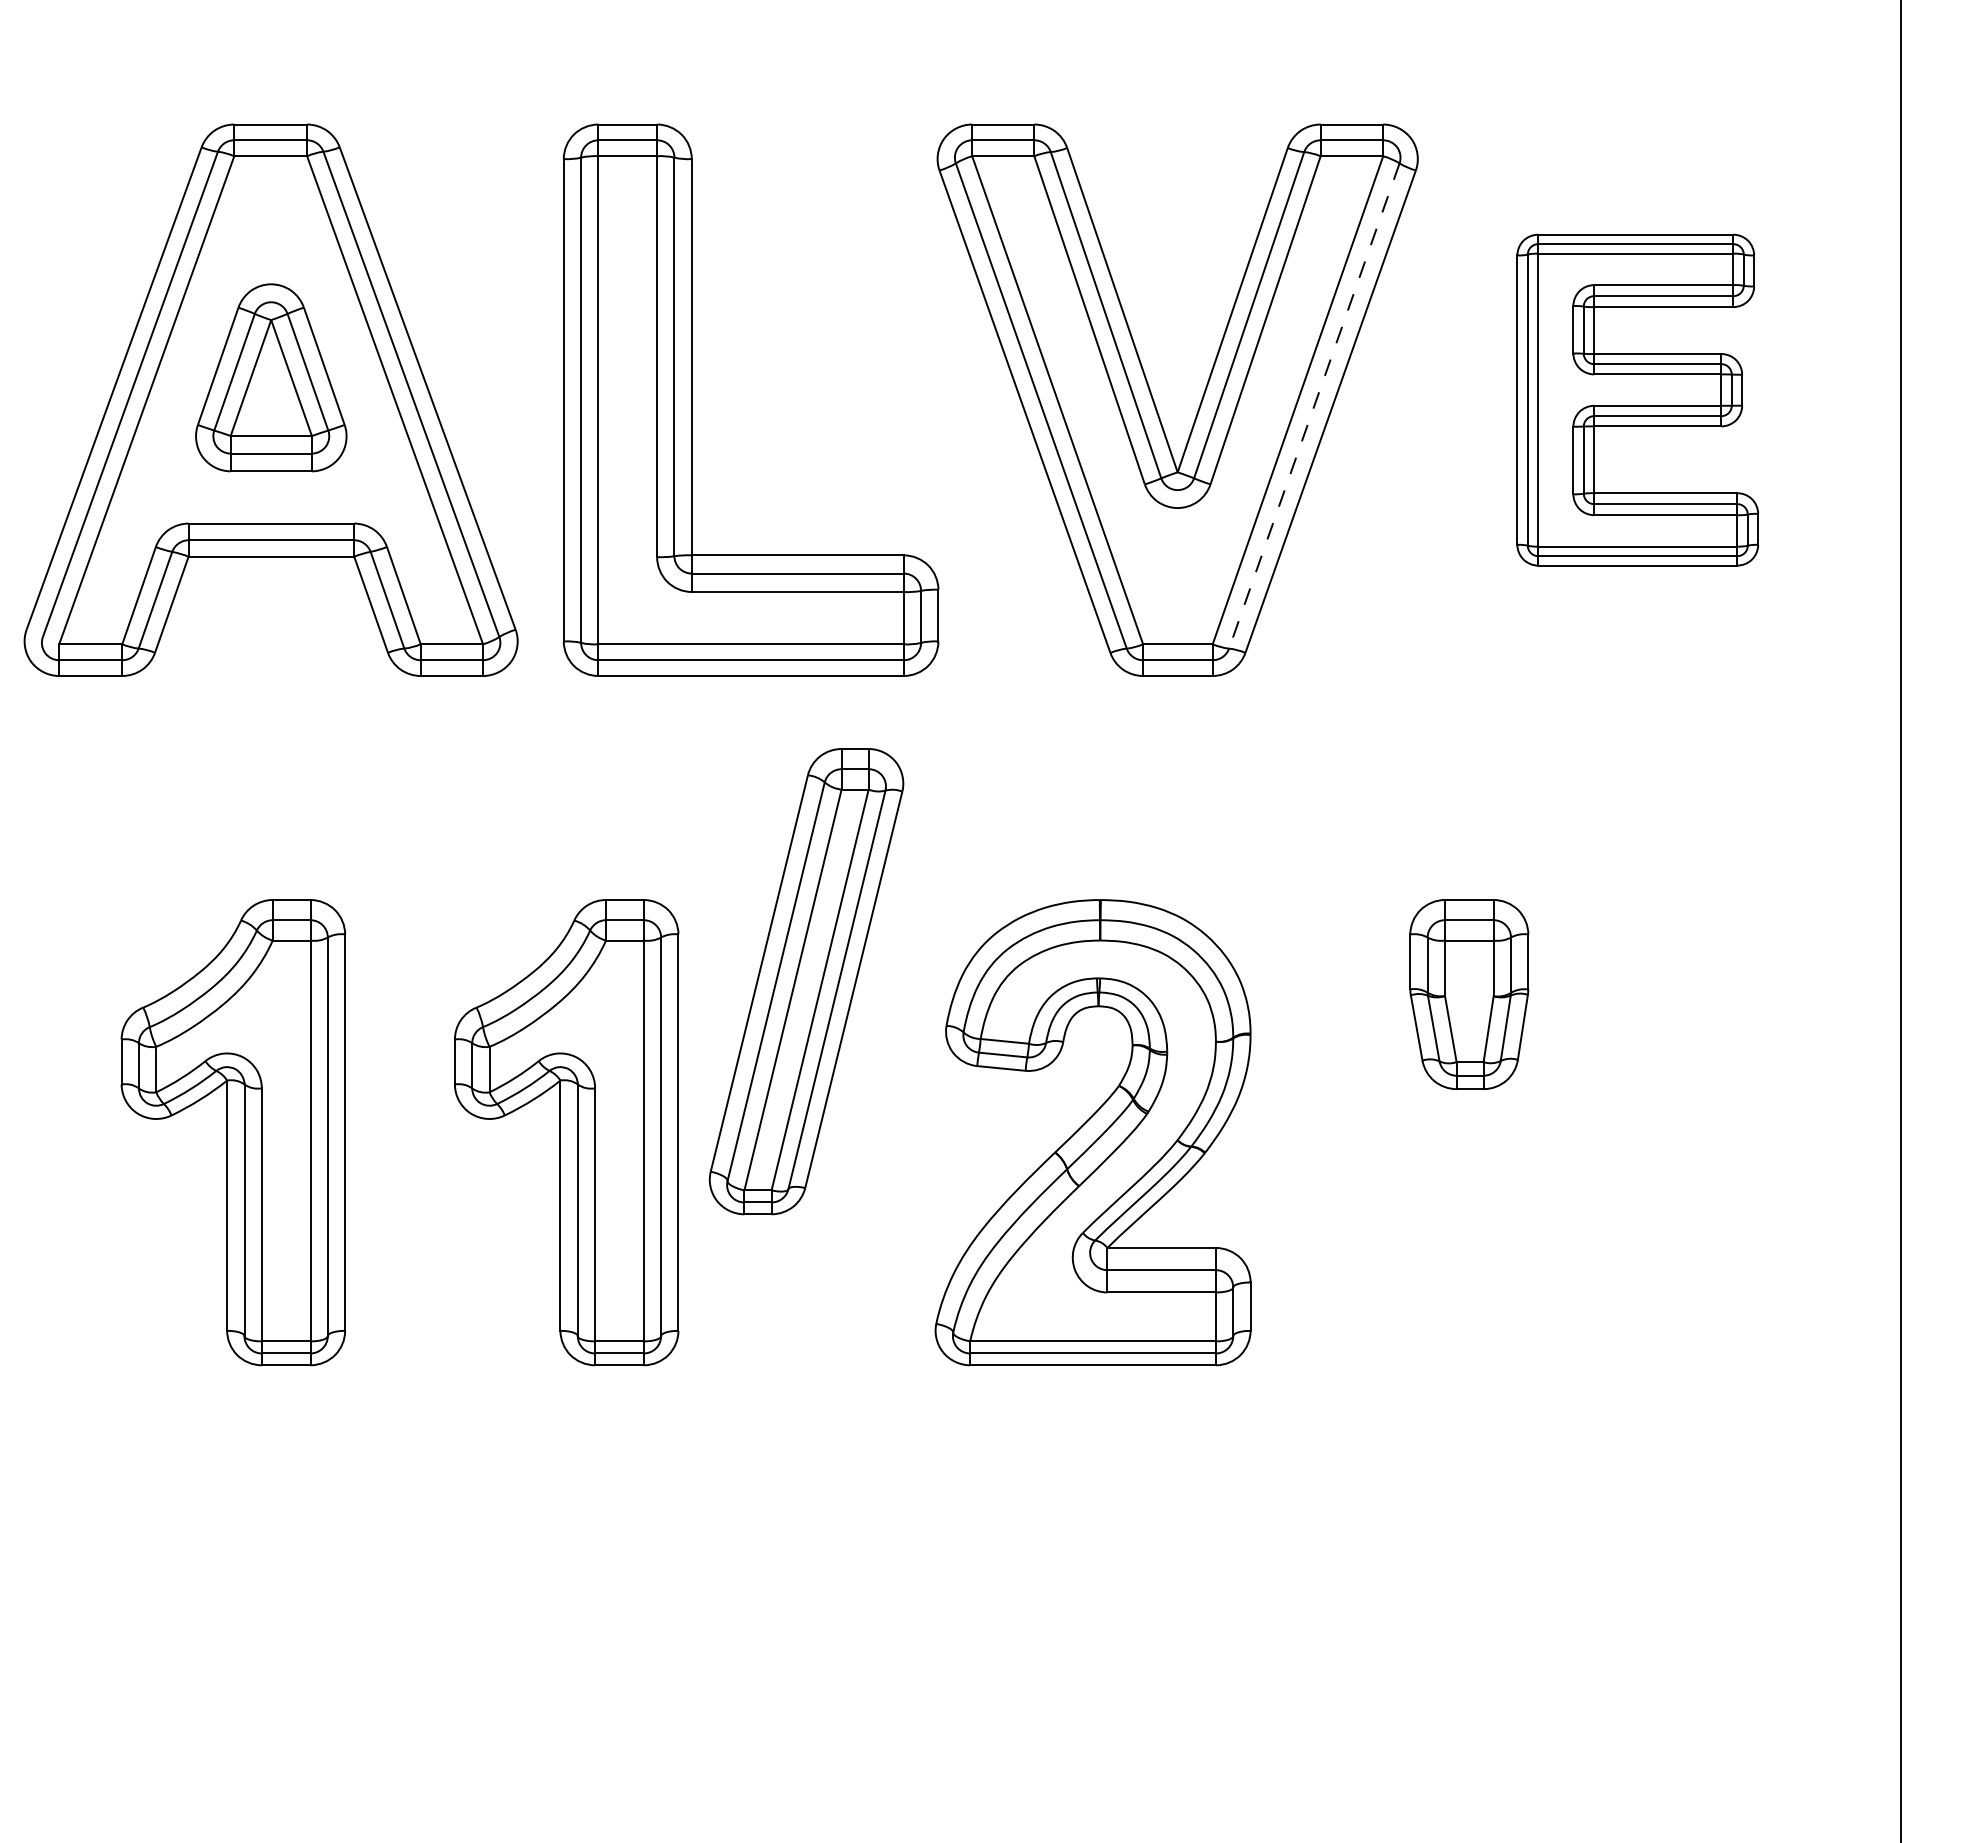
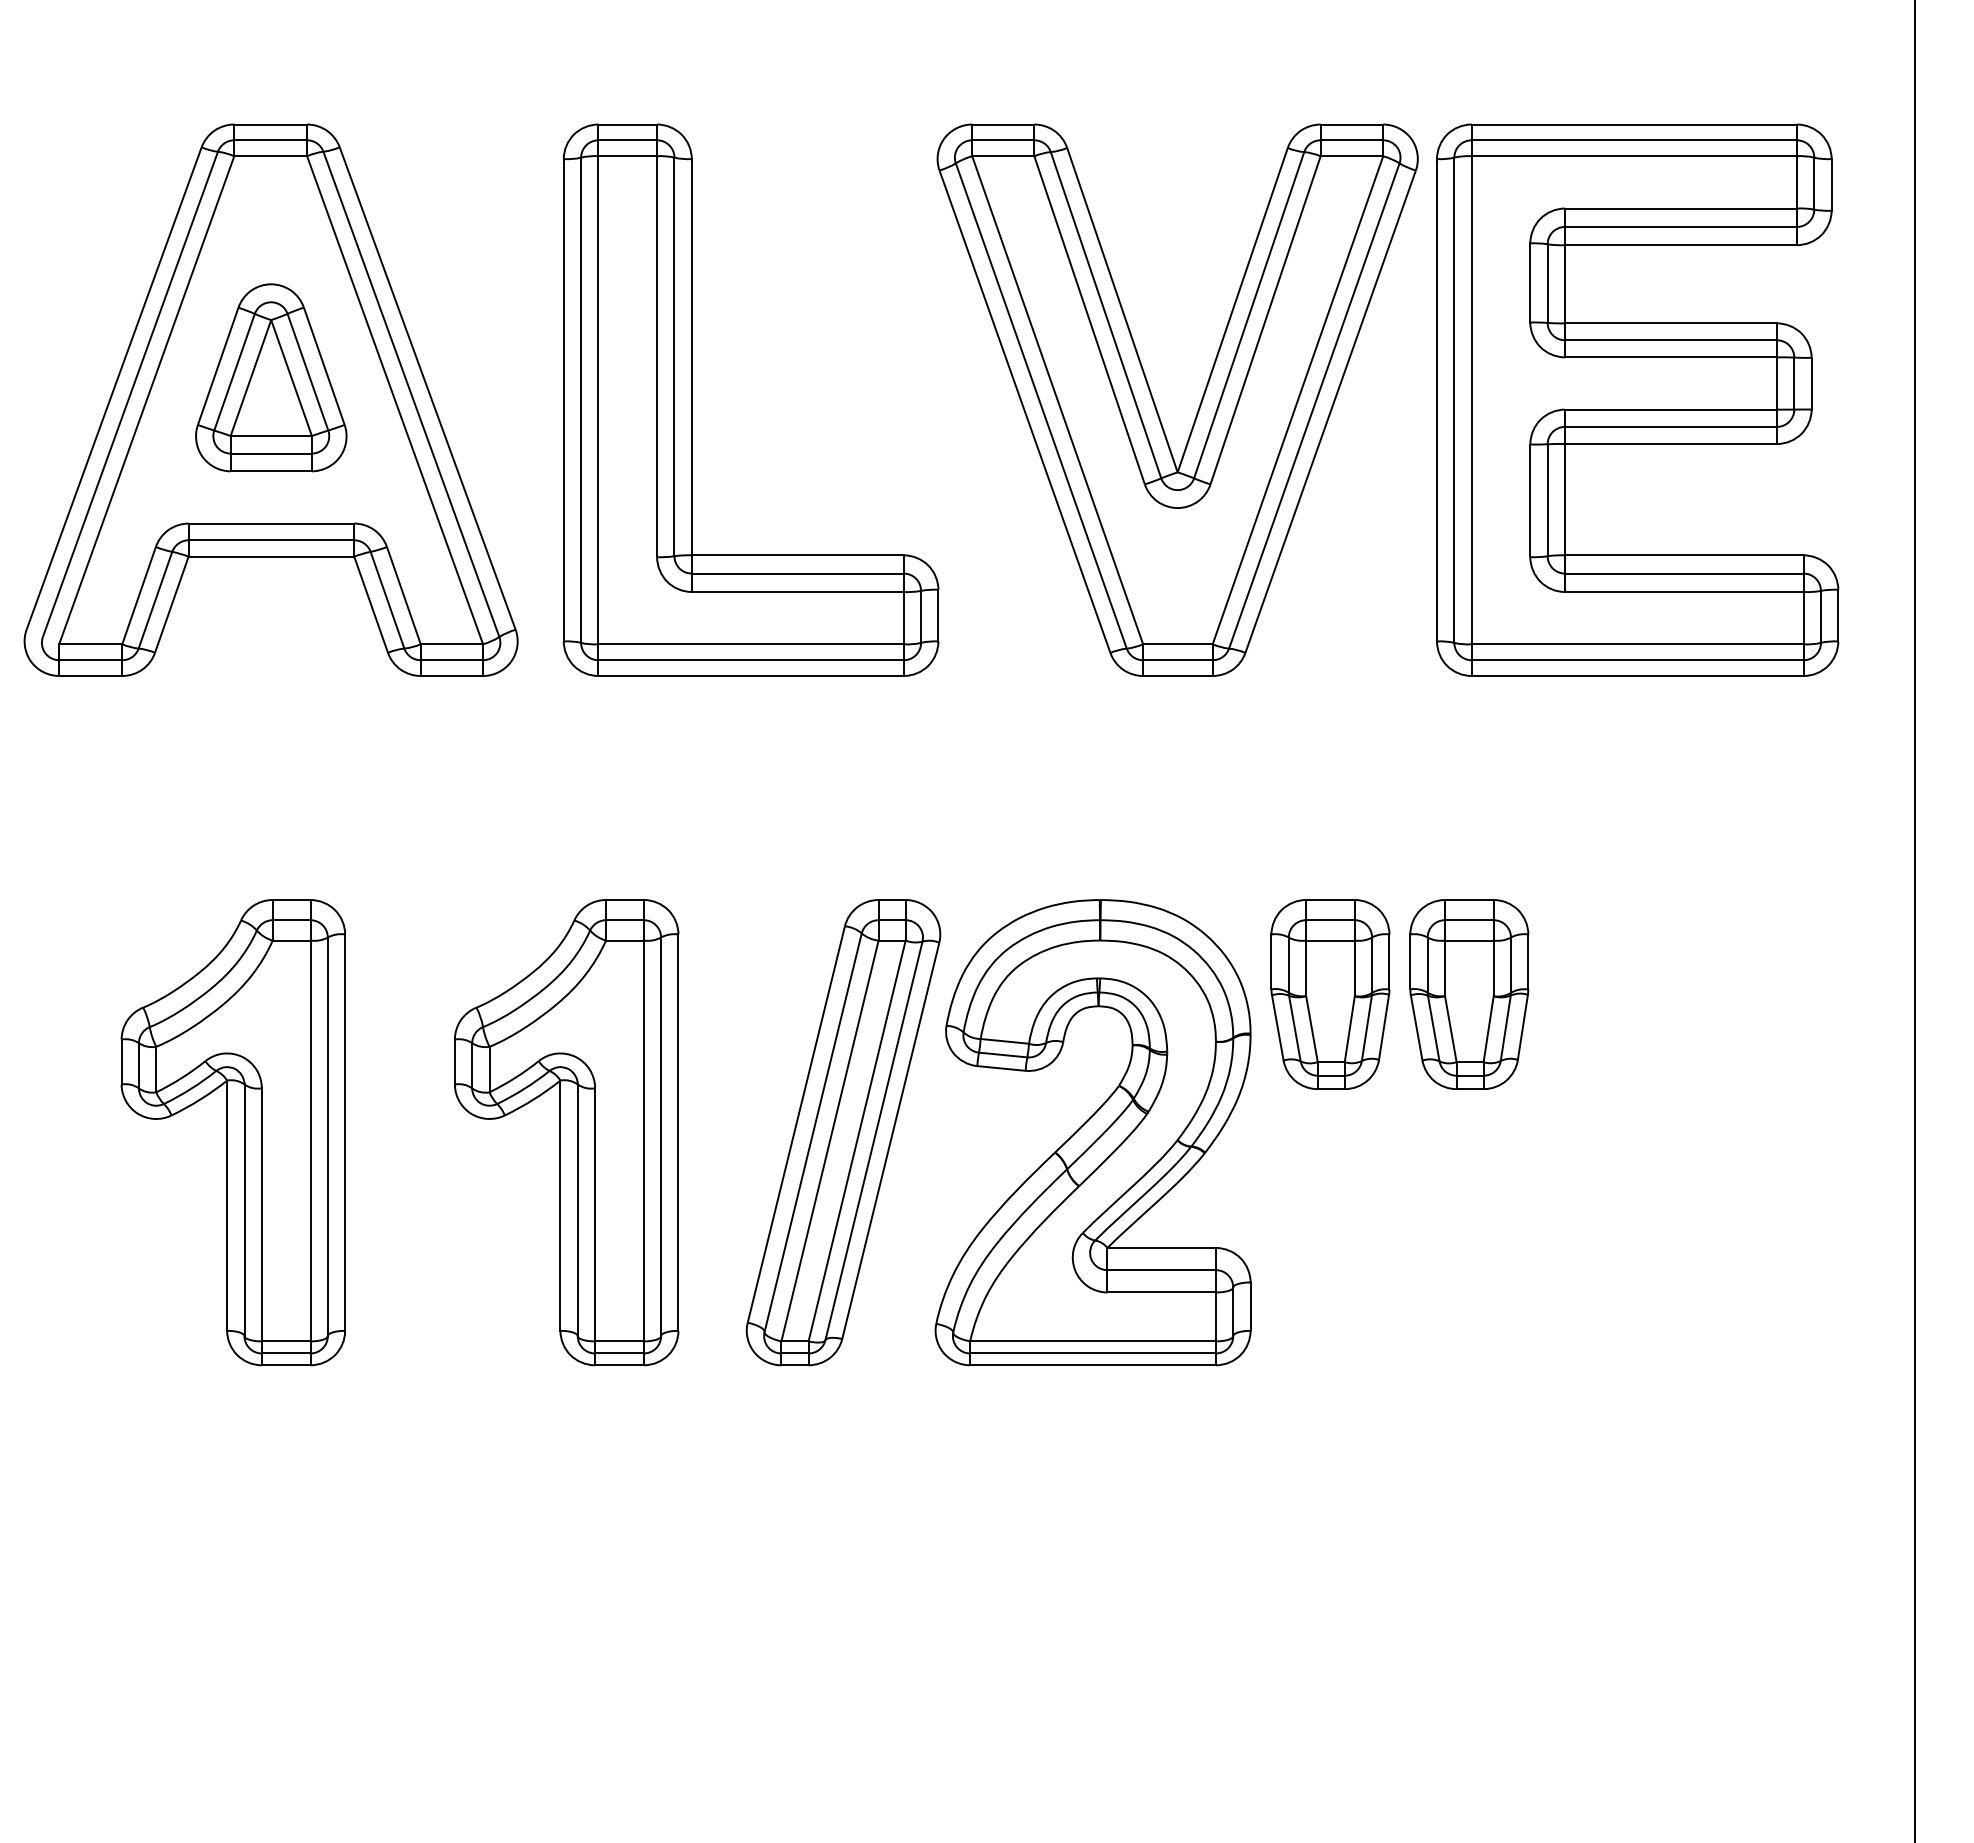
part at (1637, 399) size: 244x334 px -> 404x554 px
line at (1314, 406): dashed -> solid
line at (1900, 920) position: (1900, 920) -> (1914, 920)
part at (806, 981) position: (806, 981) -> (843, 1132)
part at (1330, 994): none -> present
